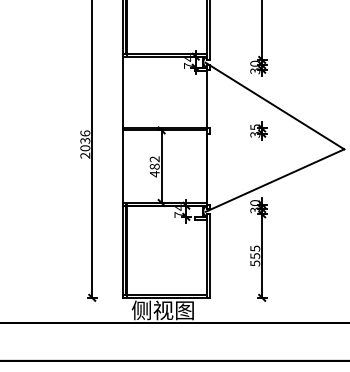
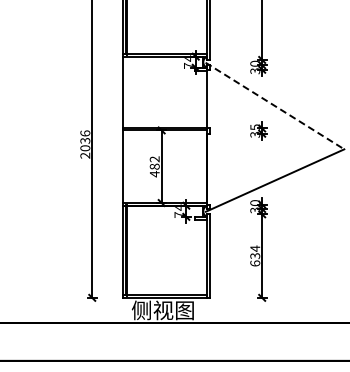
line at (274, 106): solid -> dashed
text at (255, 256): 555 -> 634
